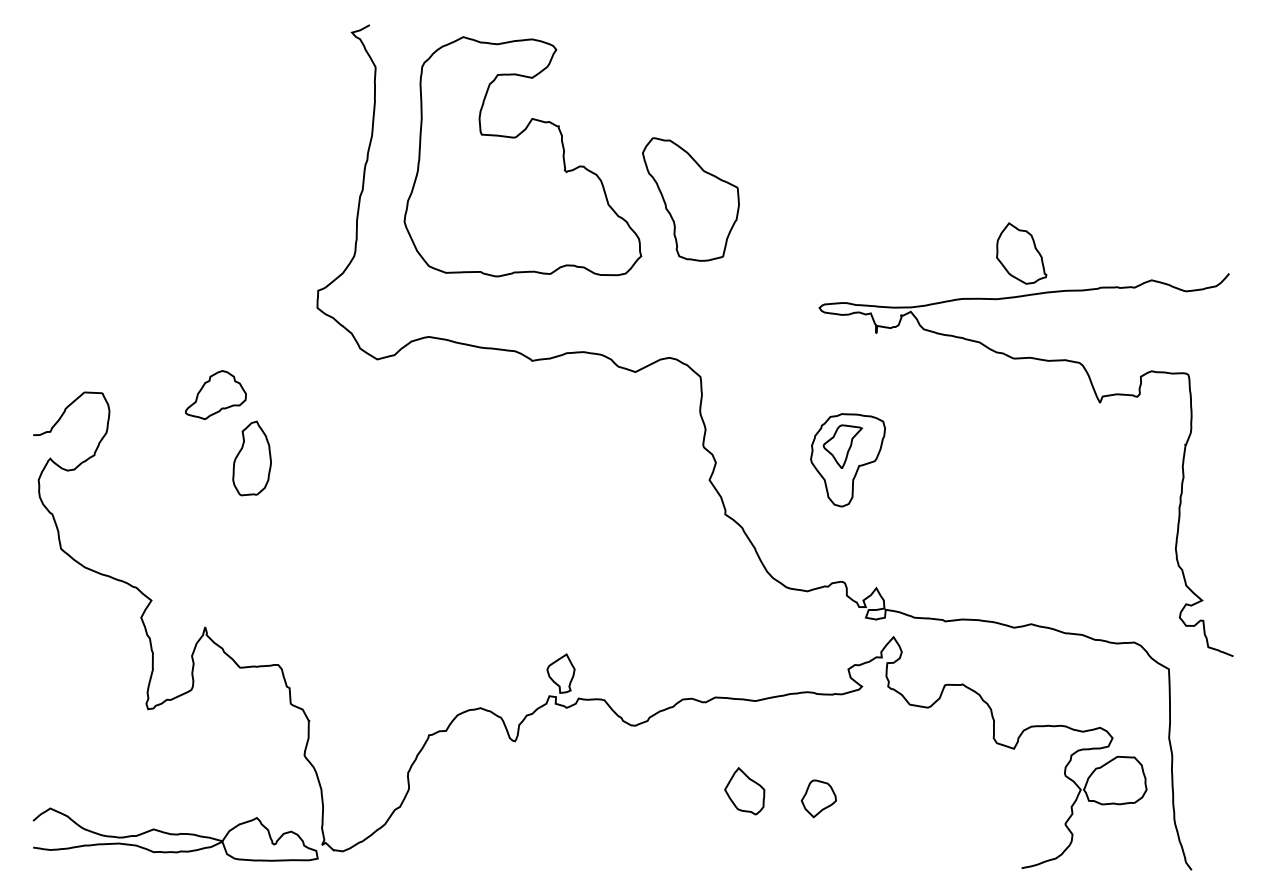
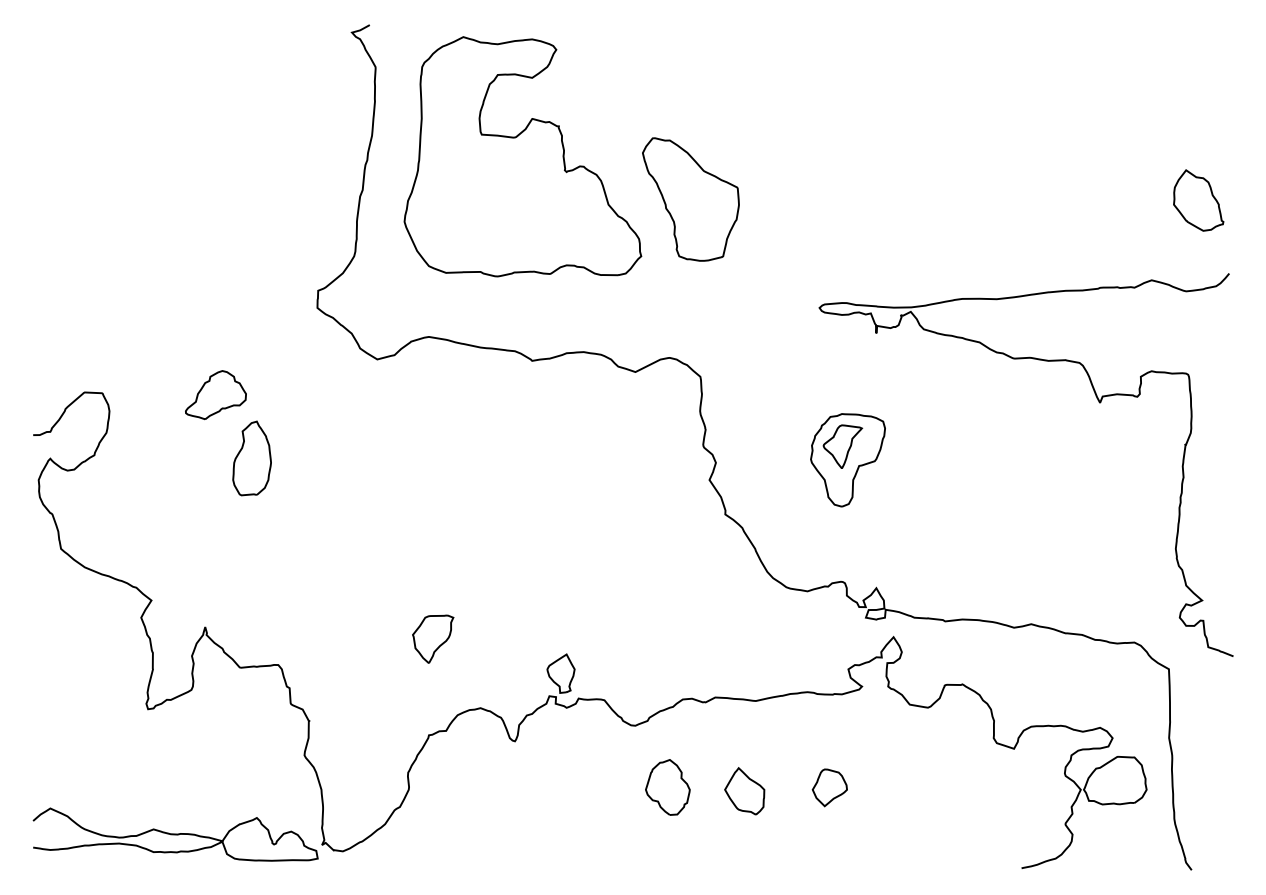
part at (1021, 253) position: (1021, 253) -> (1198, 200)
part at (433, 638): none -> present
part at (667, 787): none -> present
part at (818, 798) position: (818, 798) -> (829, 787)
